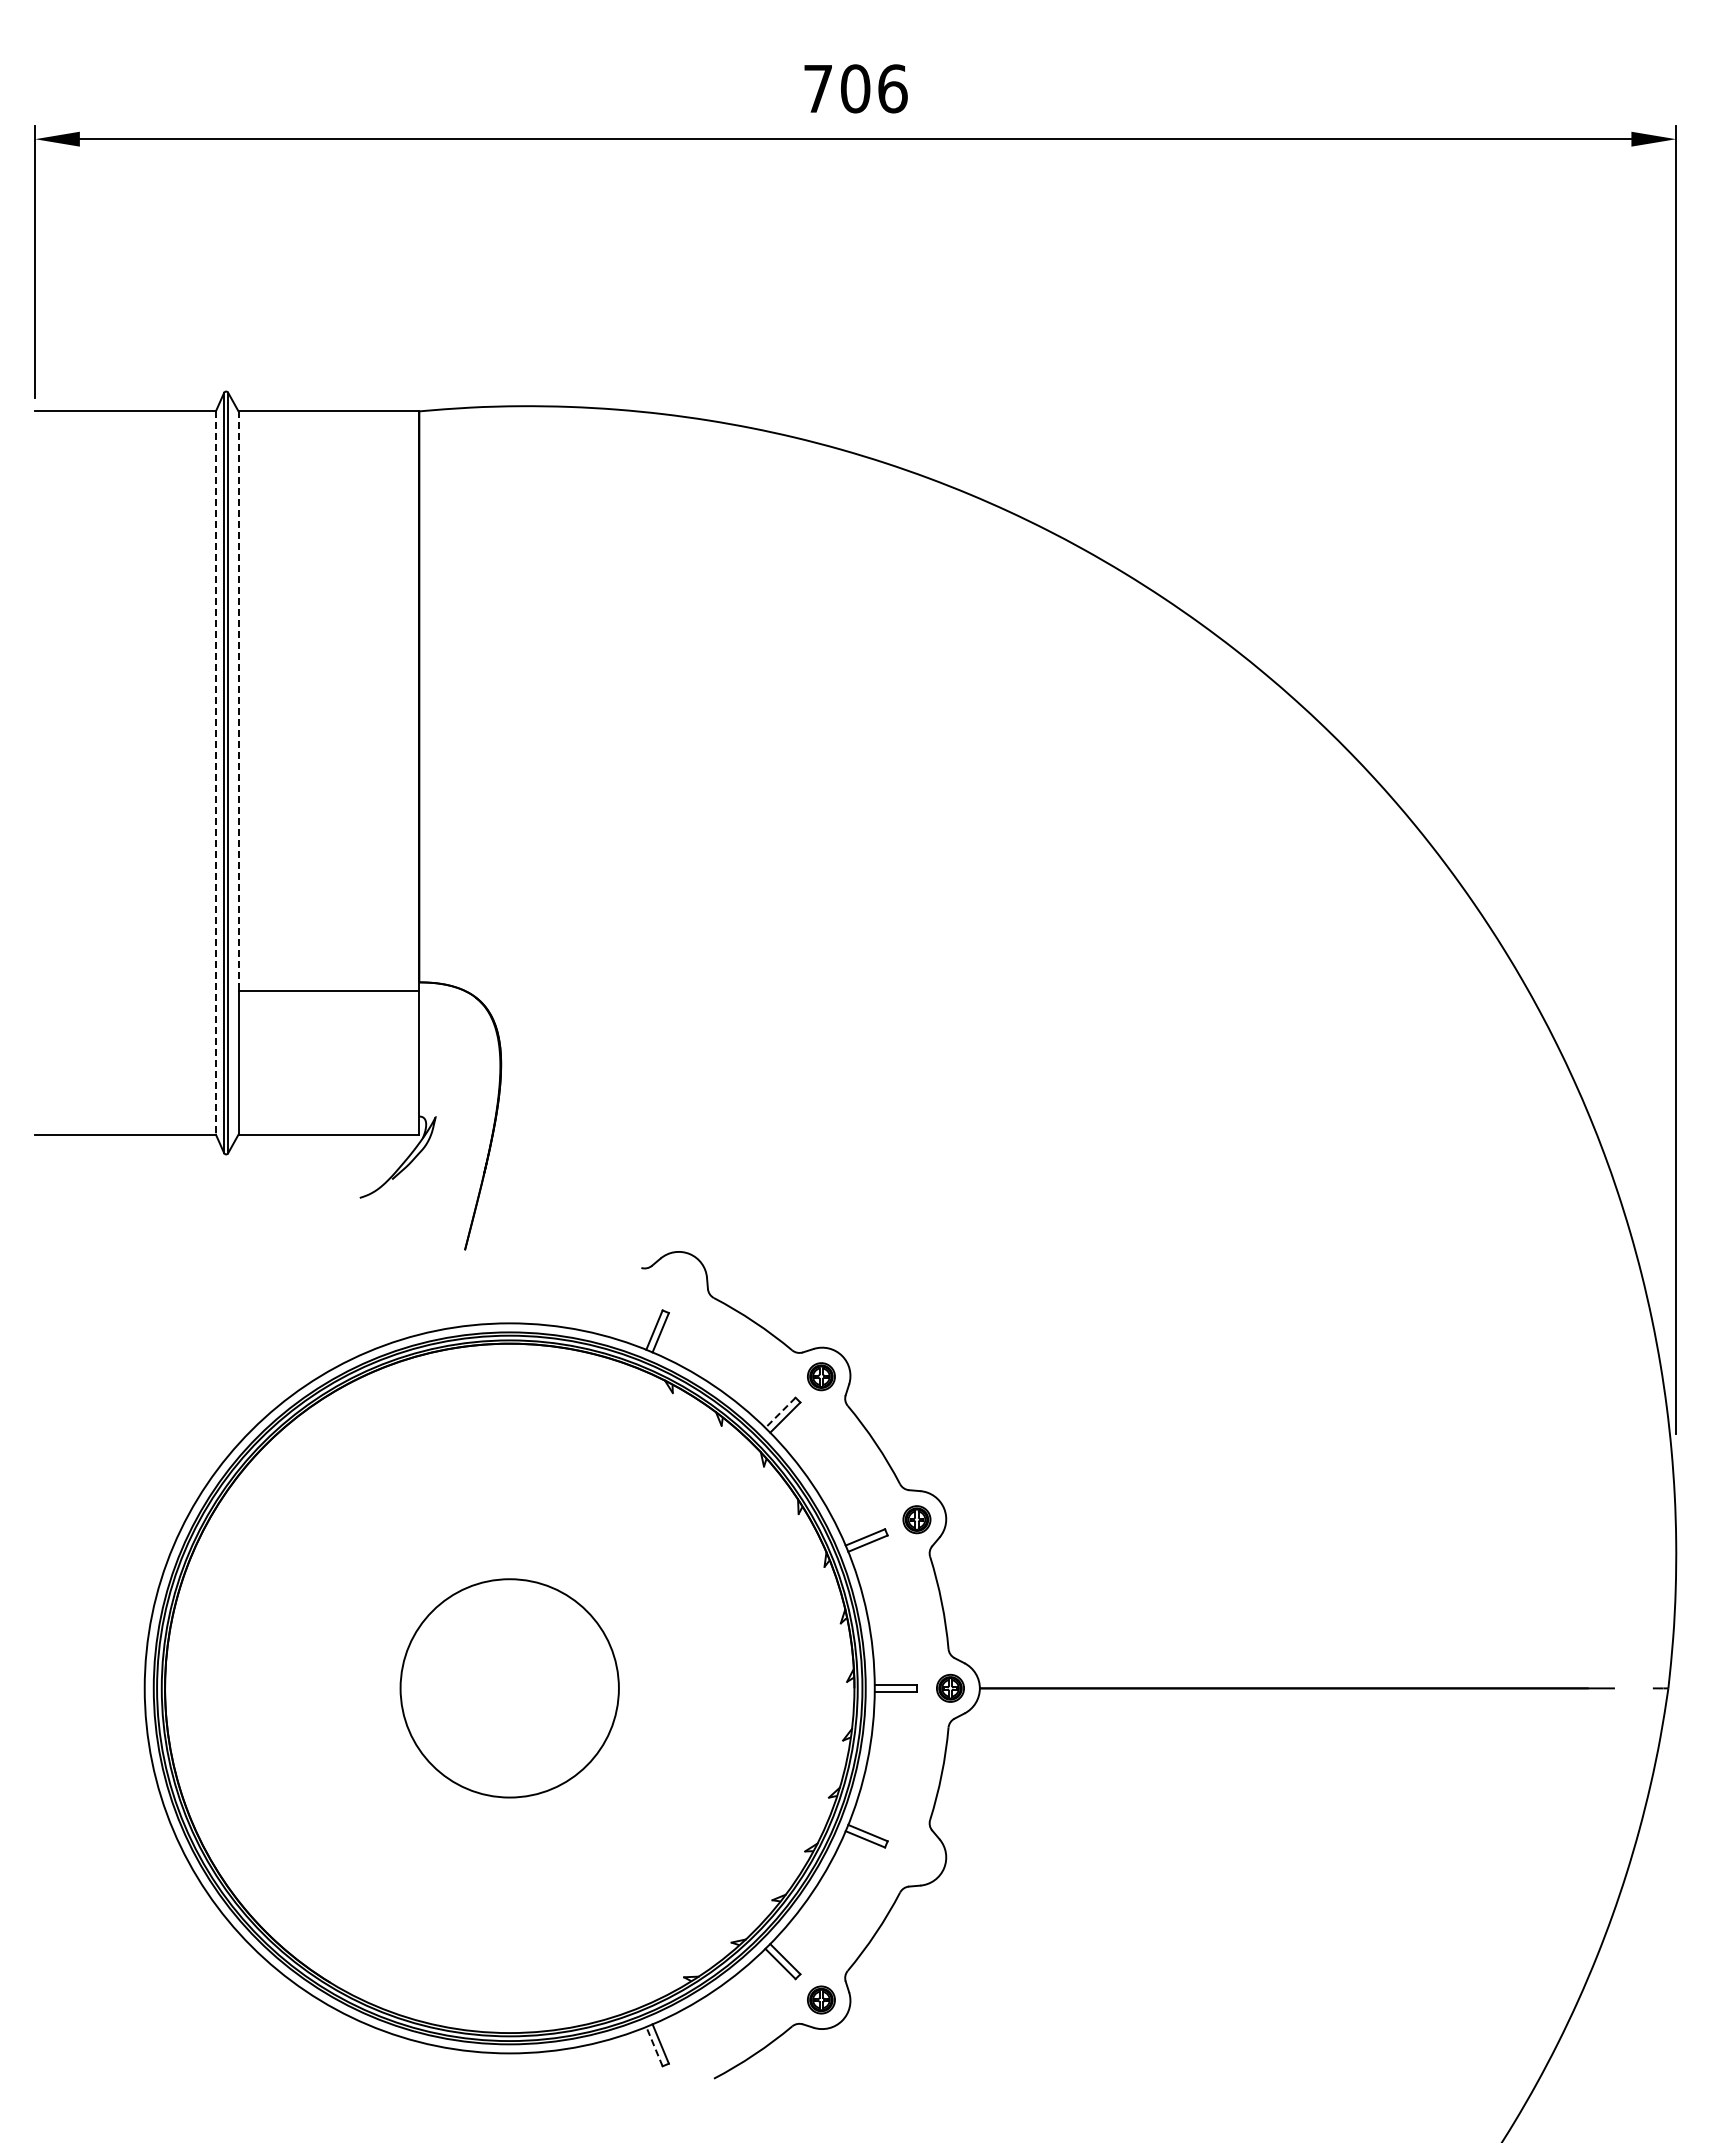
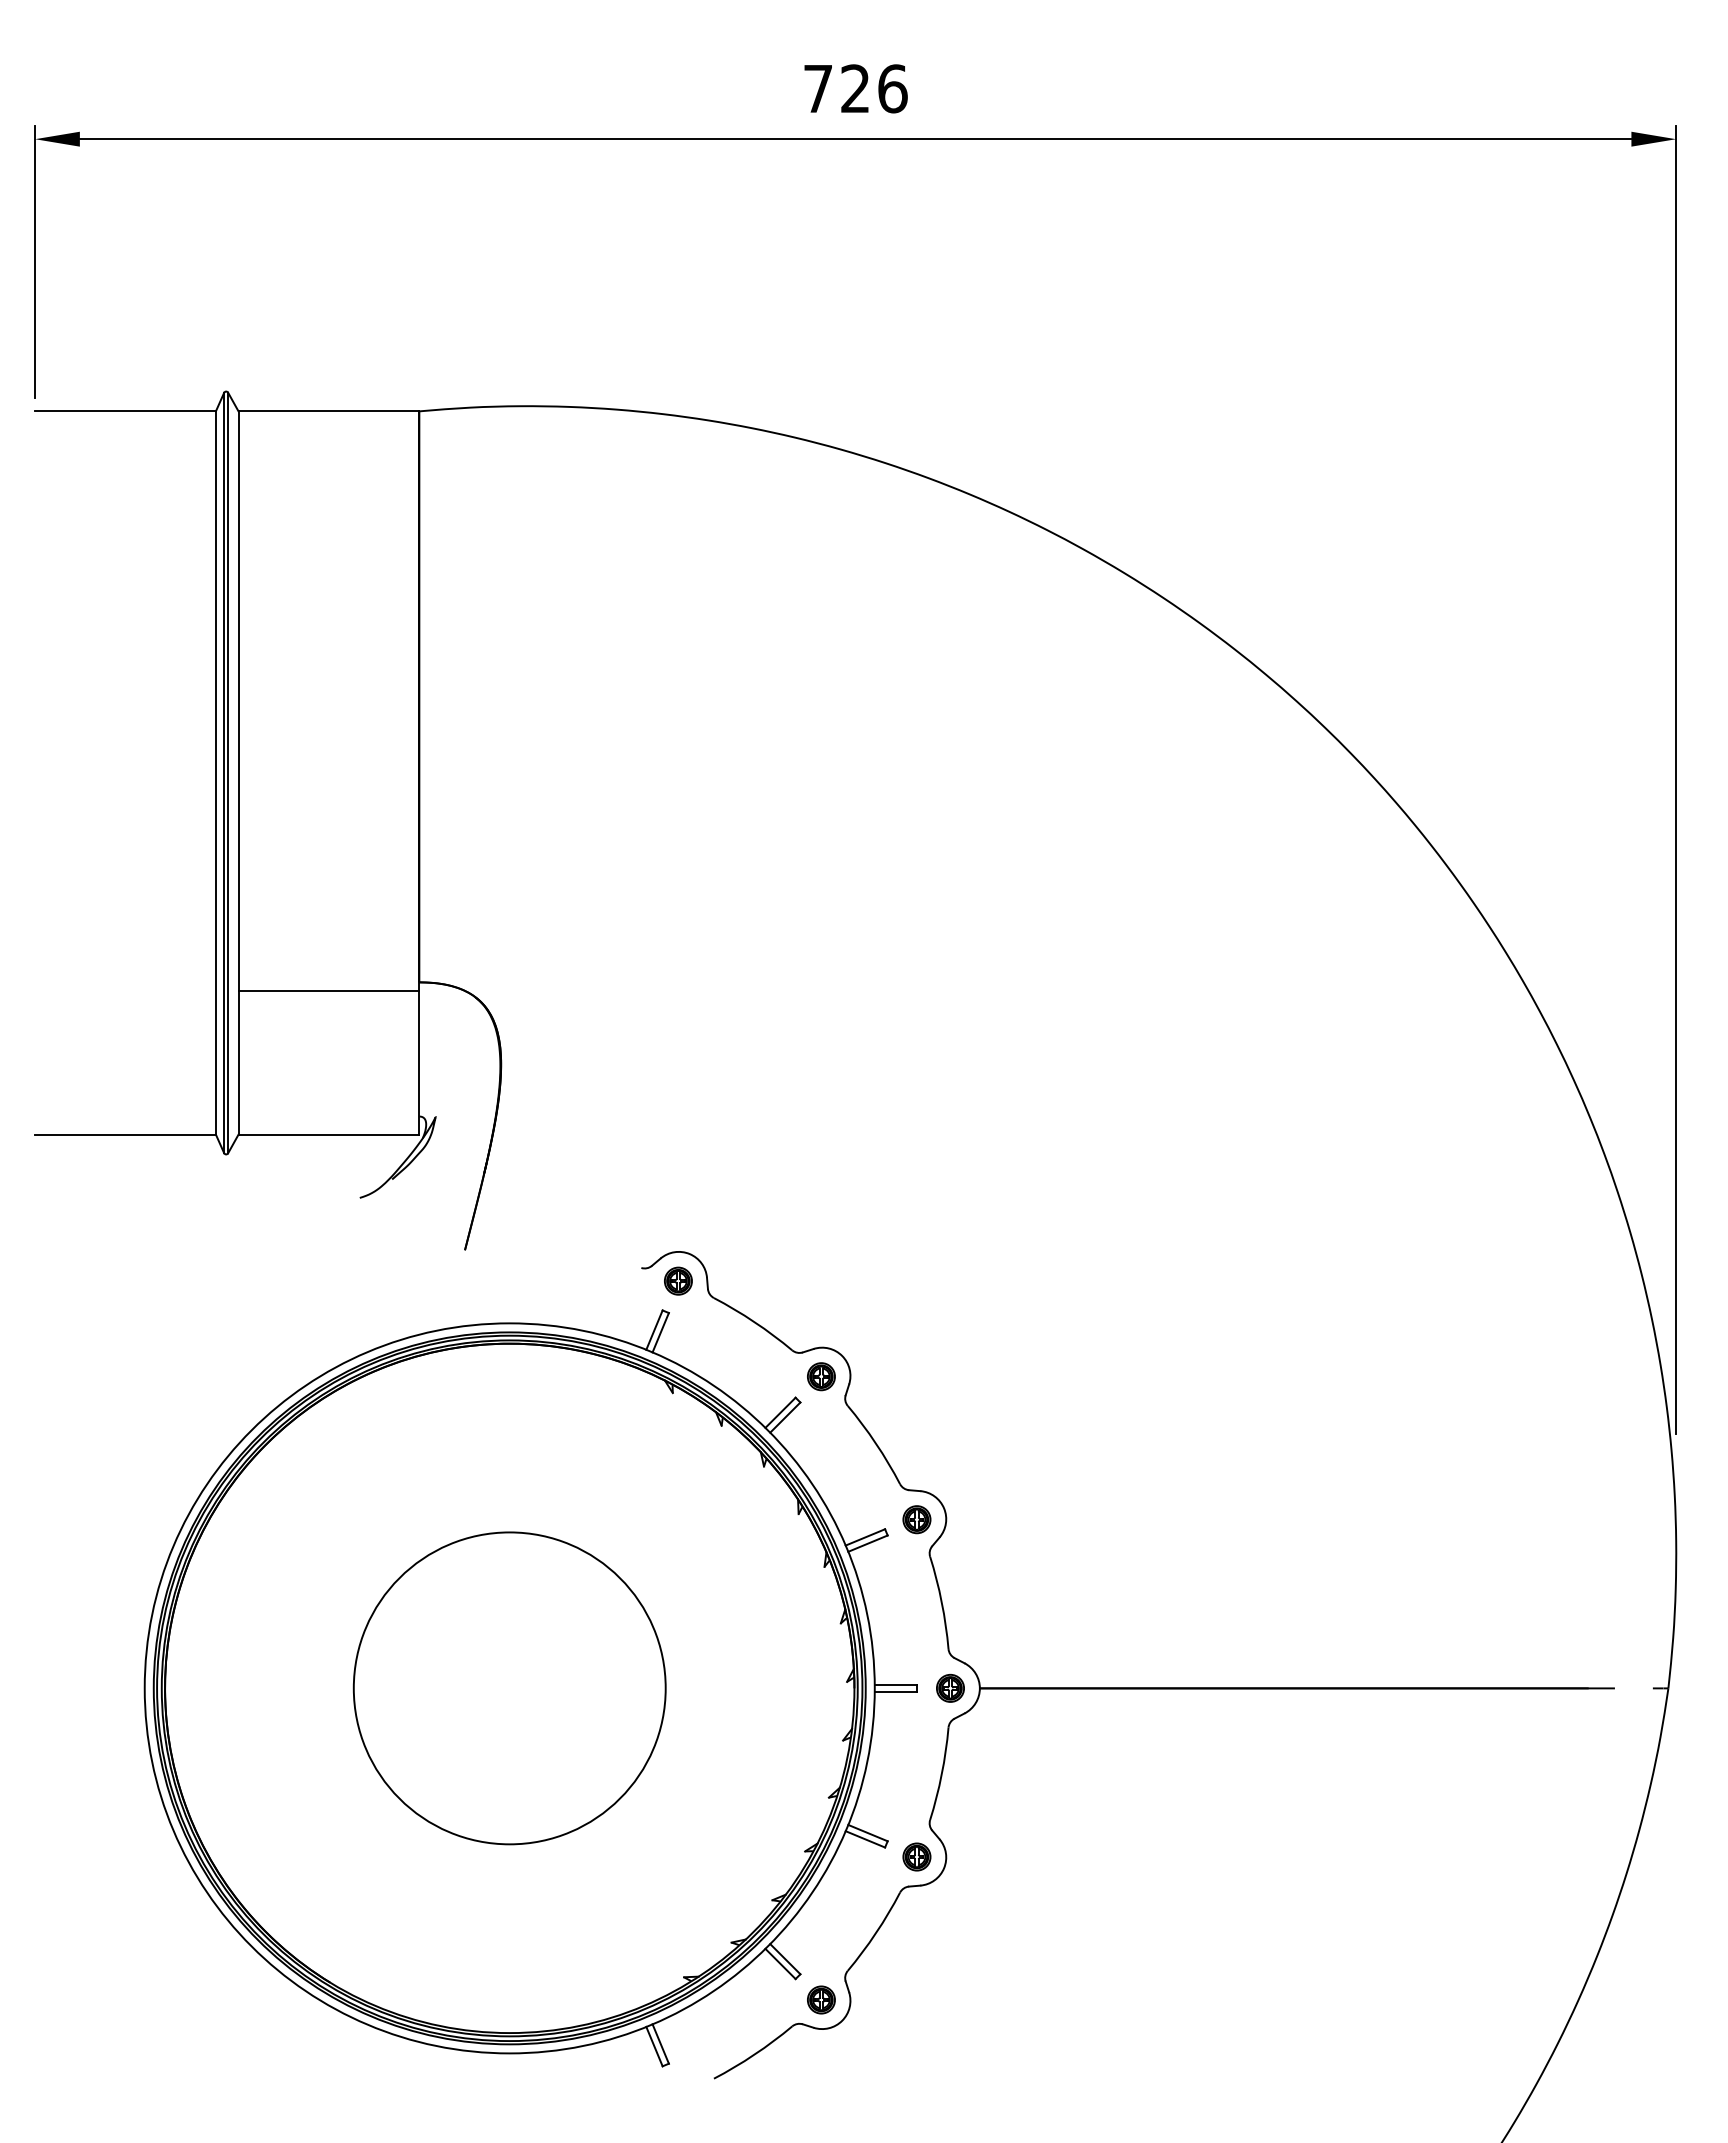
text at (855, 88): 706 -> 726
line at (238, 701): dashed -> solid
line at (215, 773): dashed -> solid
part at (678, 1280): none -> present
line at (780, 1413): dashed -> solid
circle at (509, 1688) diameter: 218 px -> 312 px
part at (916, 1856): none -> present
line at (654, 2046): dashed -> solid
